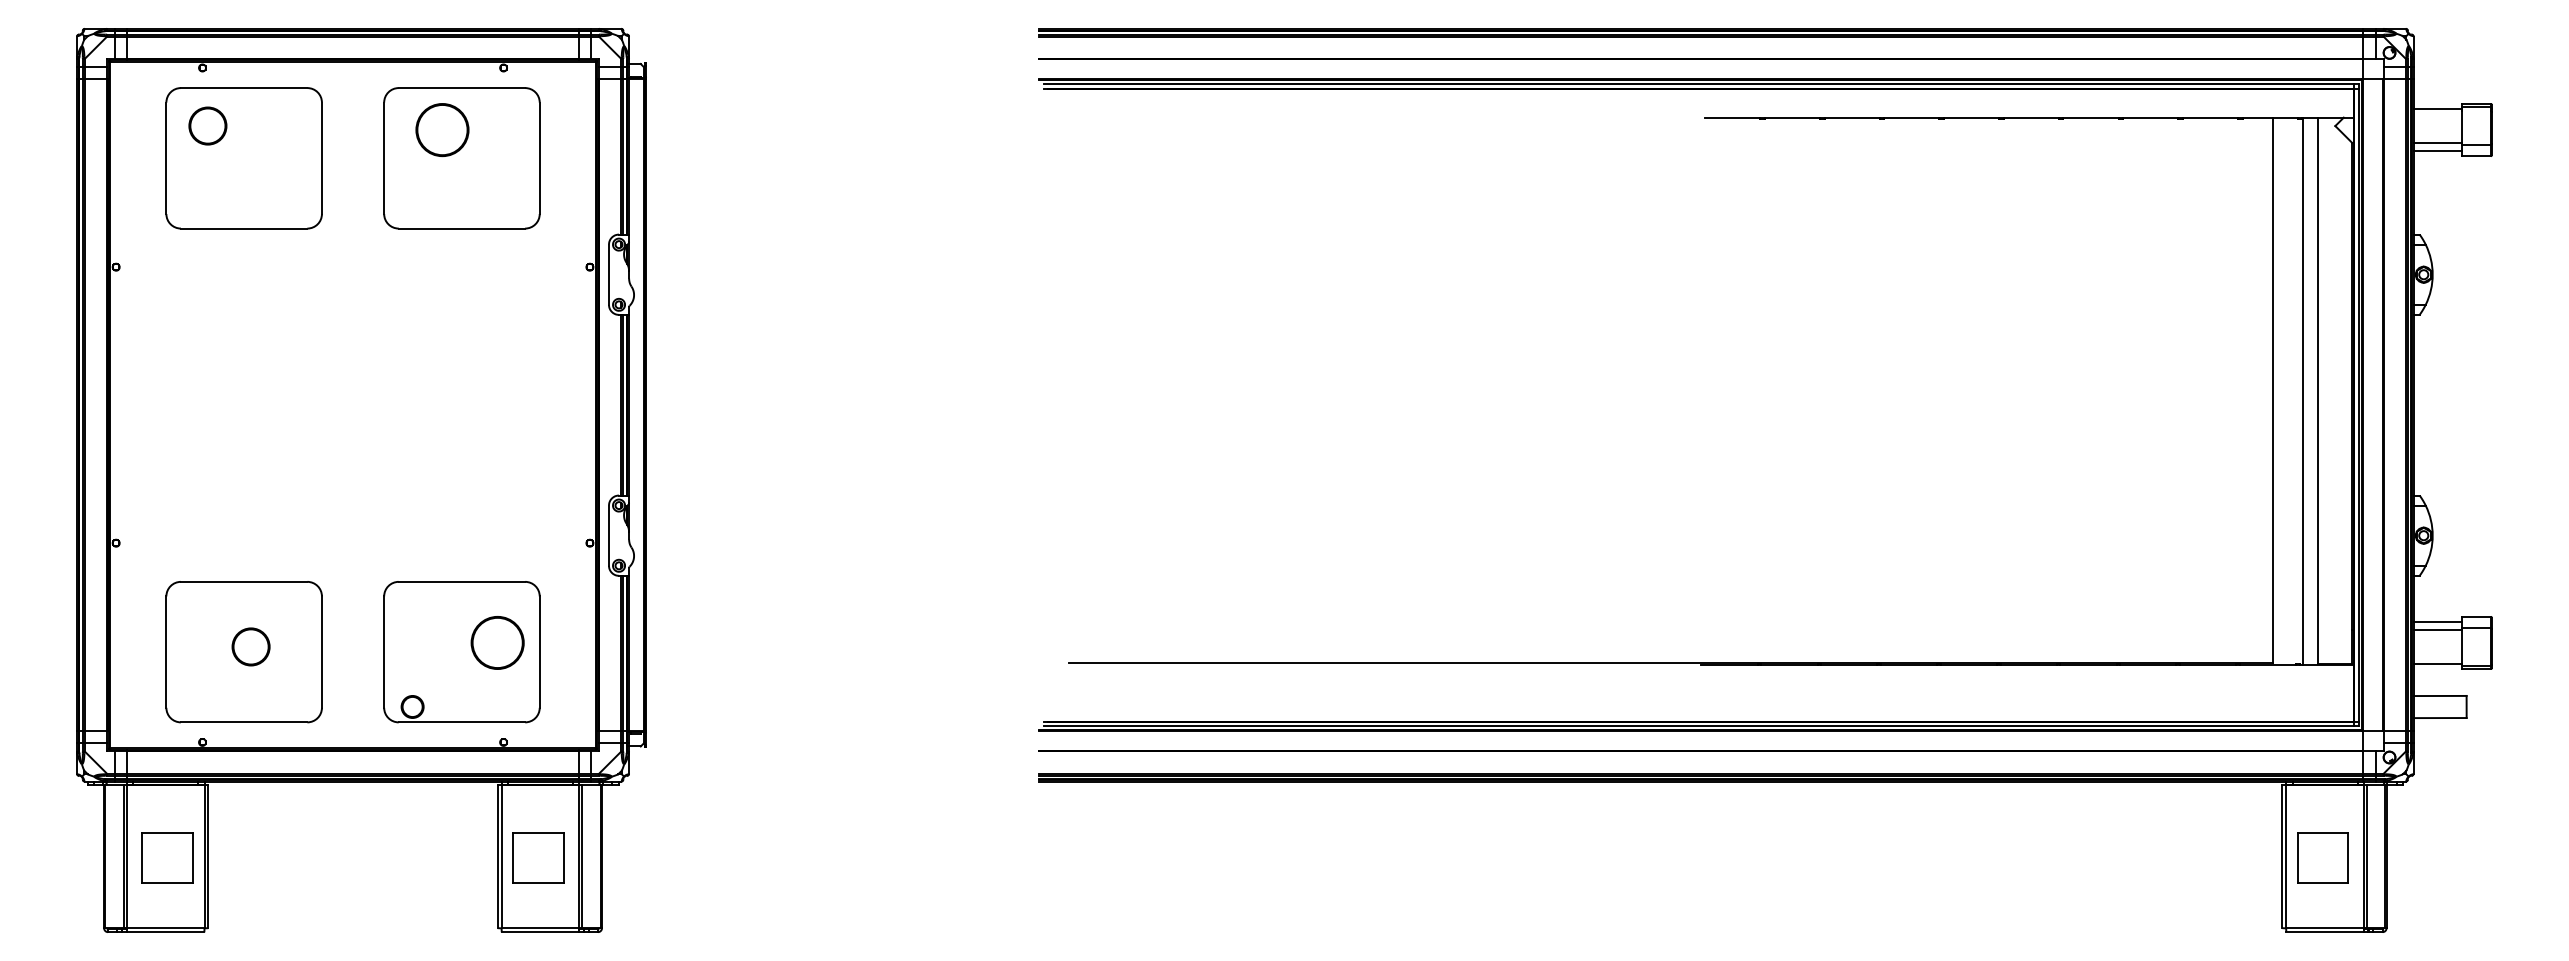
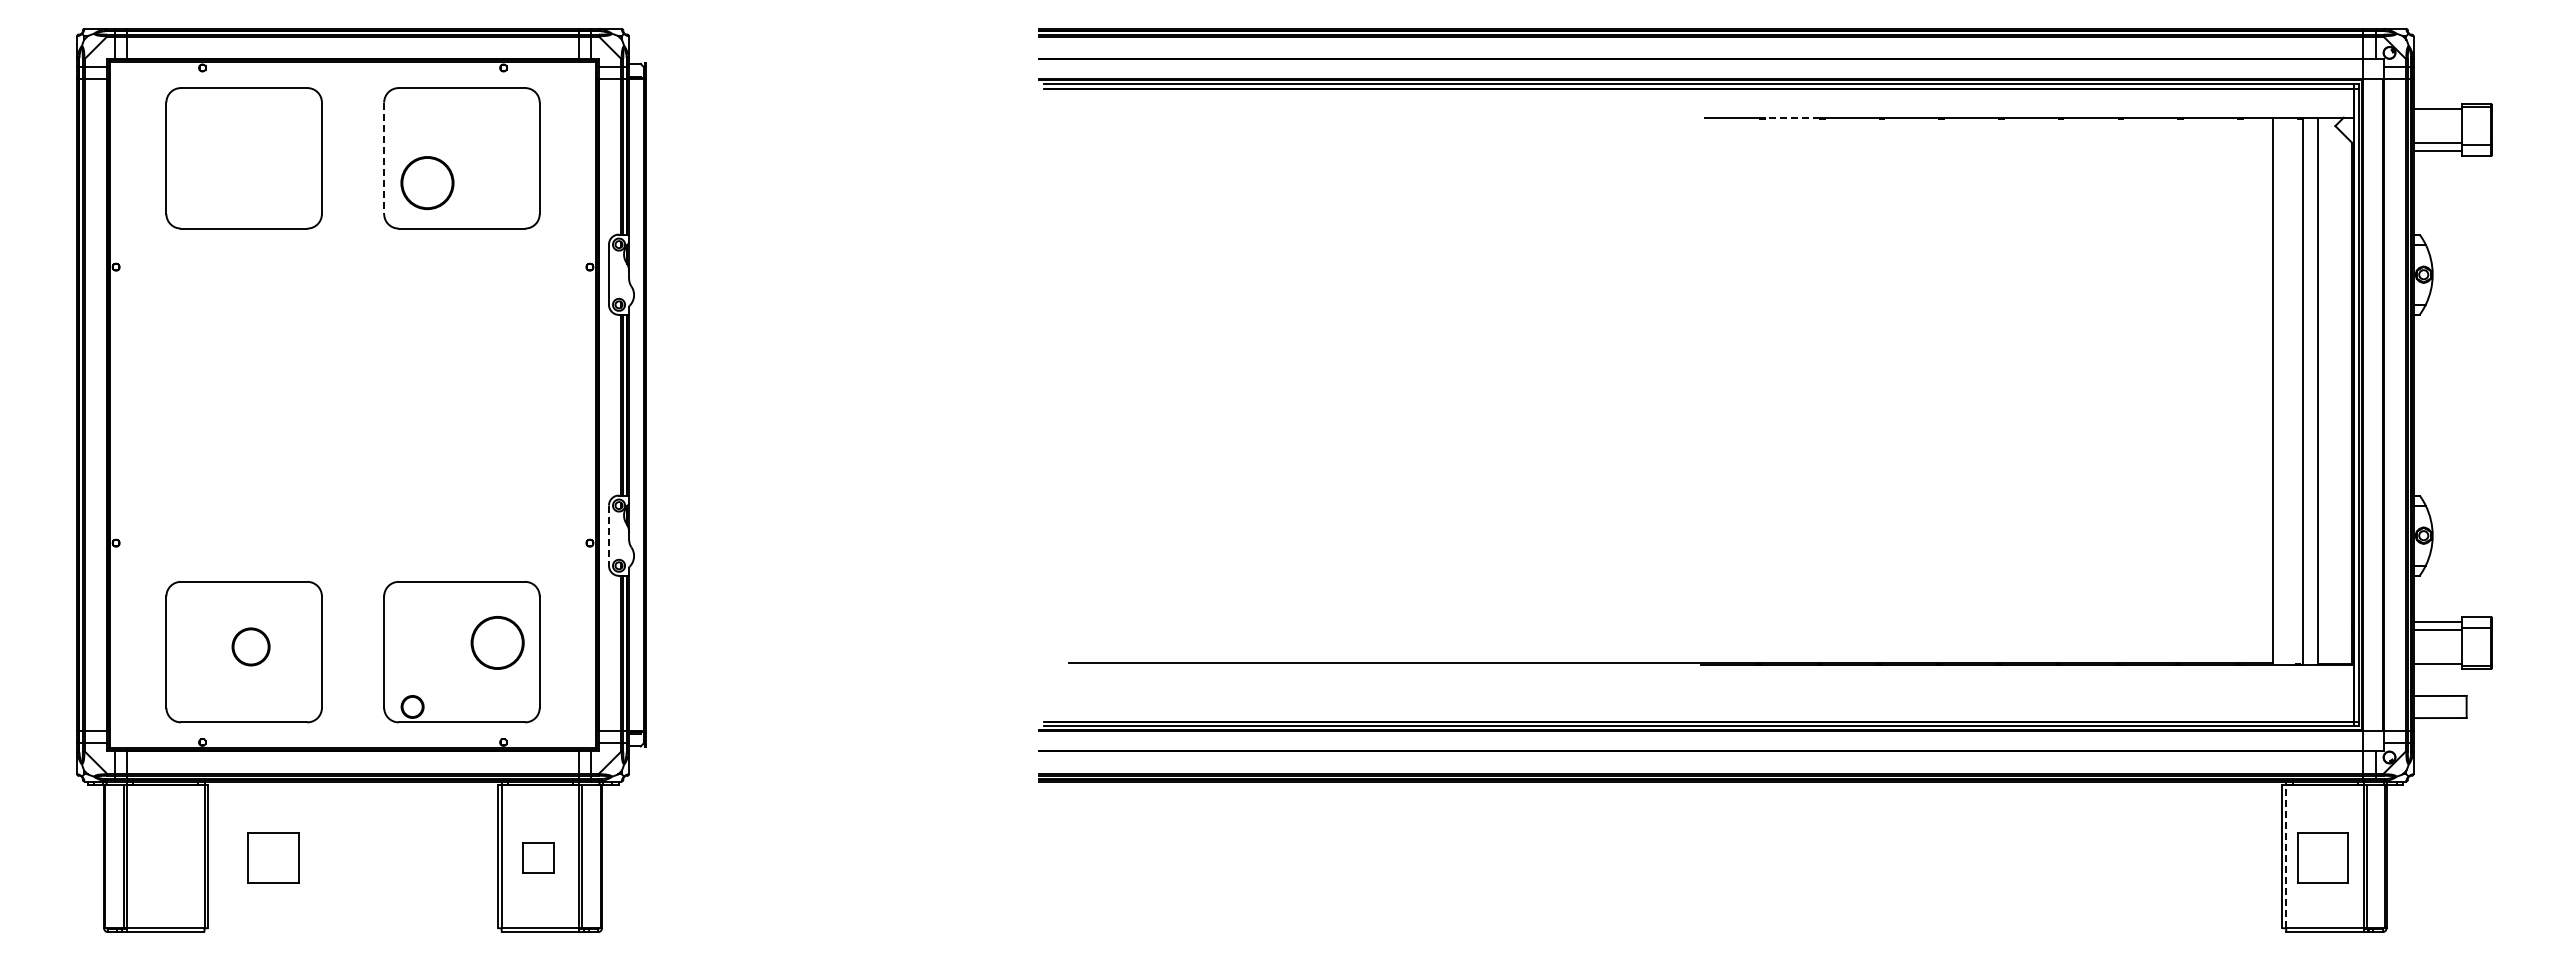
line at (1792, 117): solid -> dashed
circle at (207, 125): present -> none
circle at (442, 130) position: (442, 130) -> (427, 183)
line at (384, 158): solid -> dashed
line at (608, 536): solid -> dashed
line at (2286, 856): solid -> dashed
part at (167, 857) position: (167, 857) -> (273, 857)
part at (538, 857) size: 53x52 px -> 33x32 px
